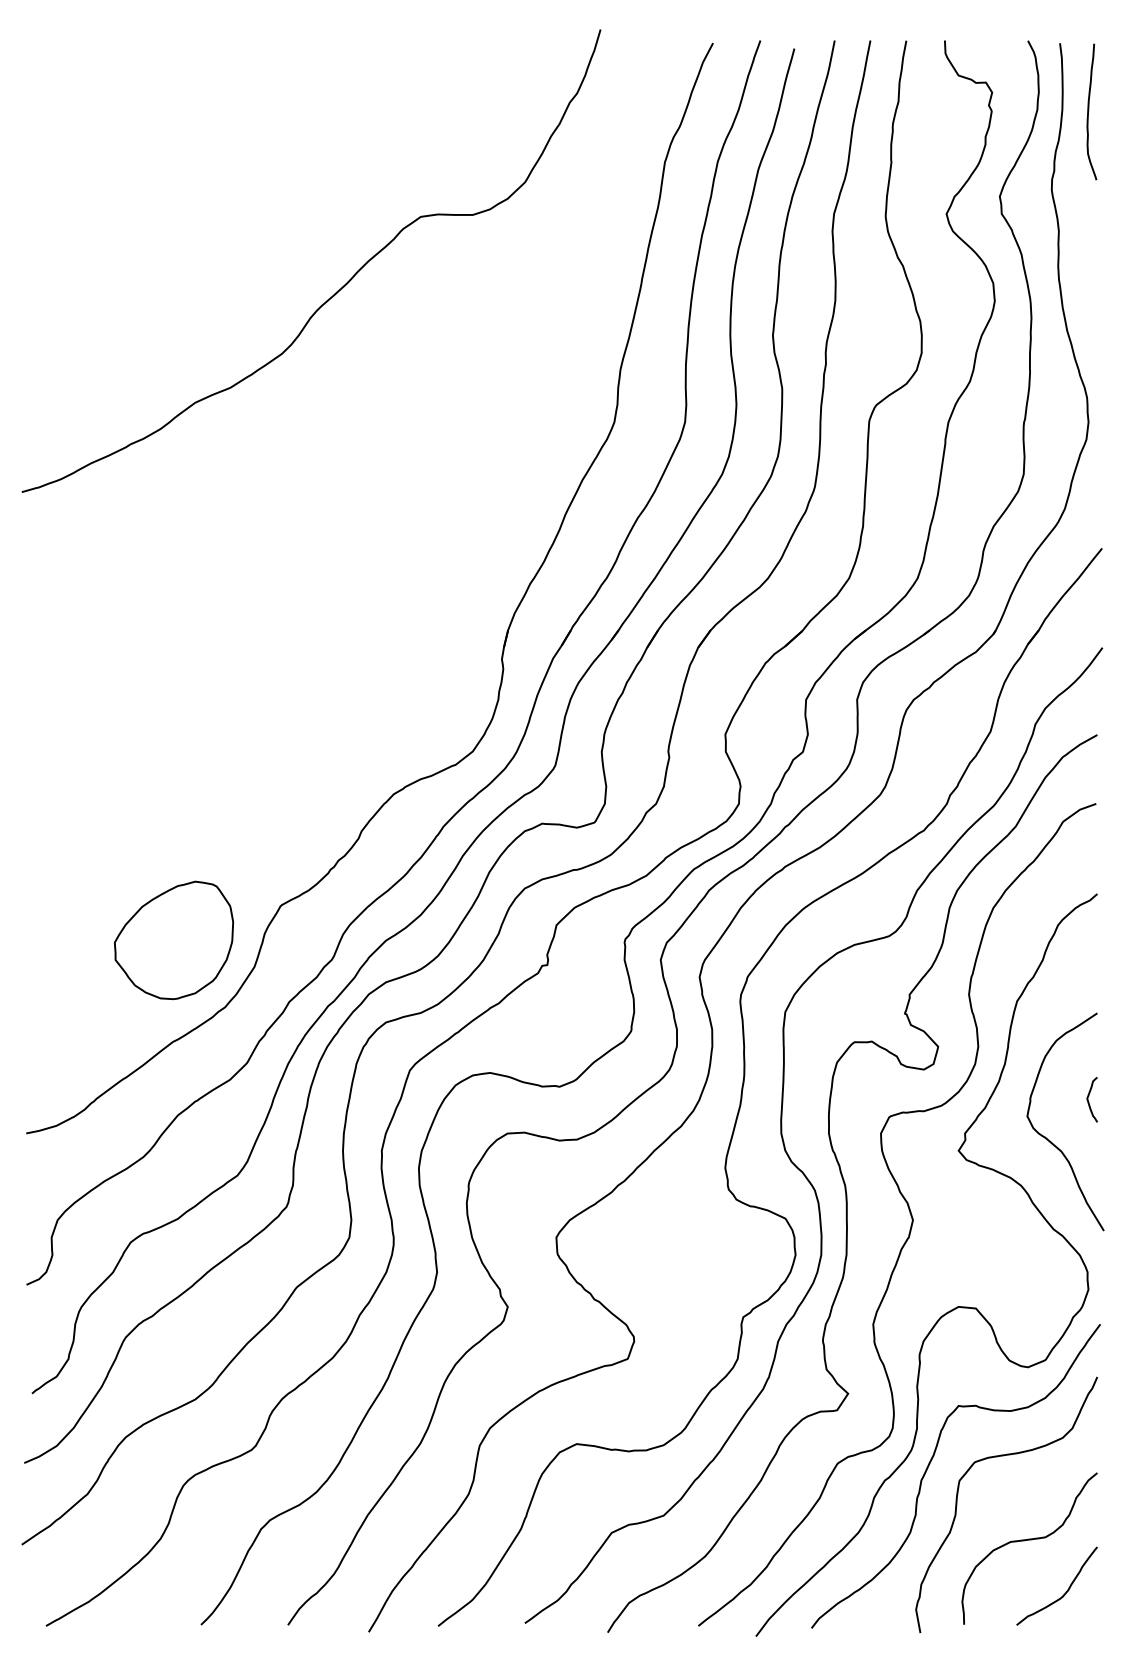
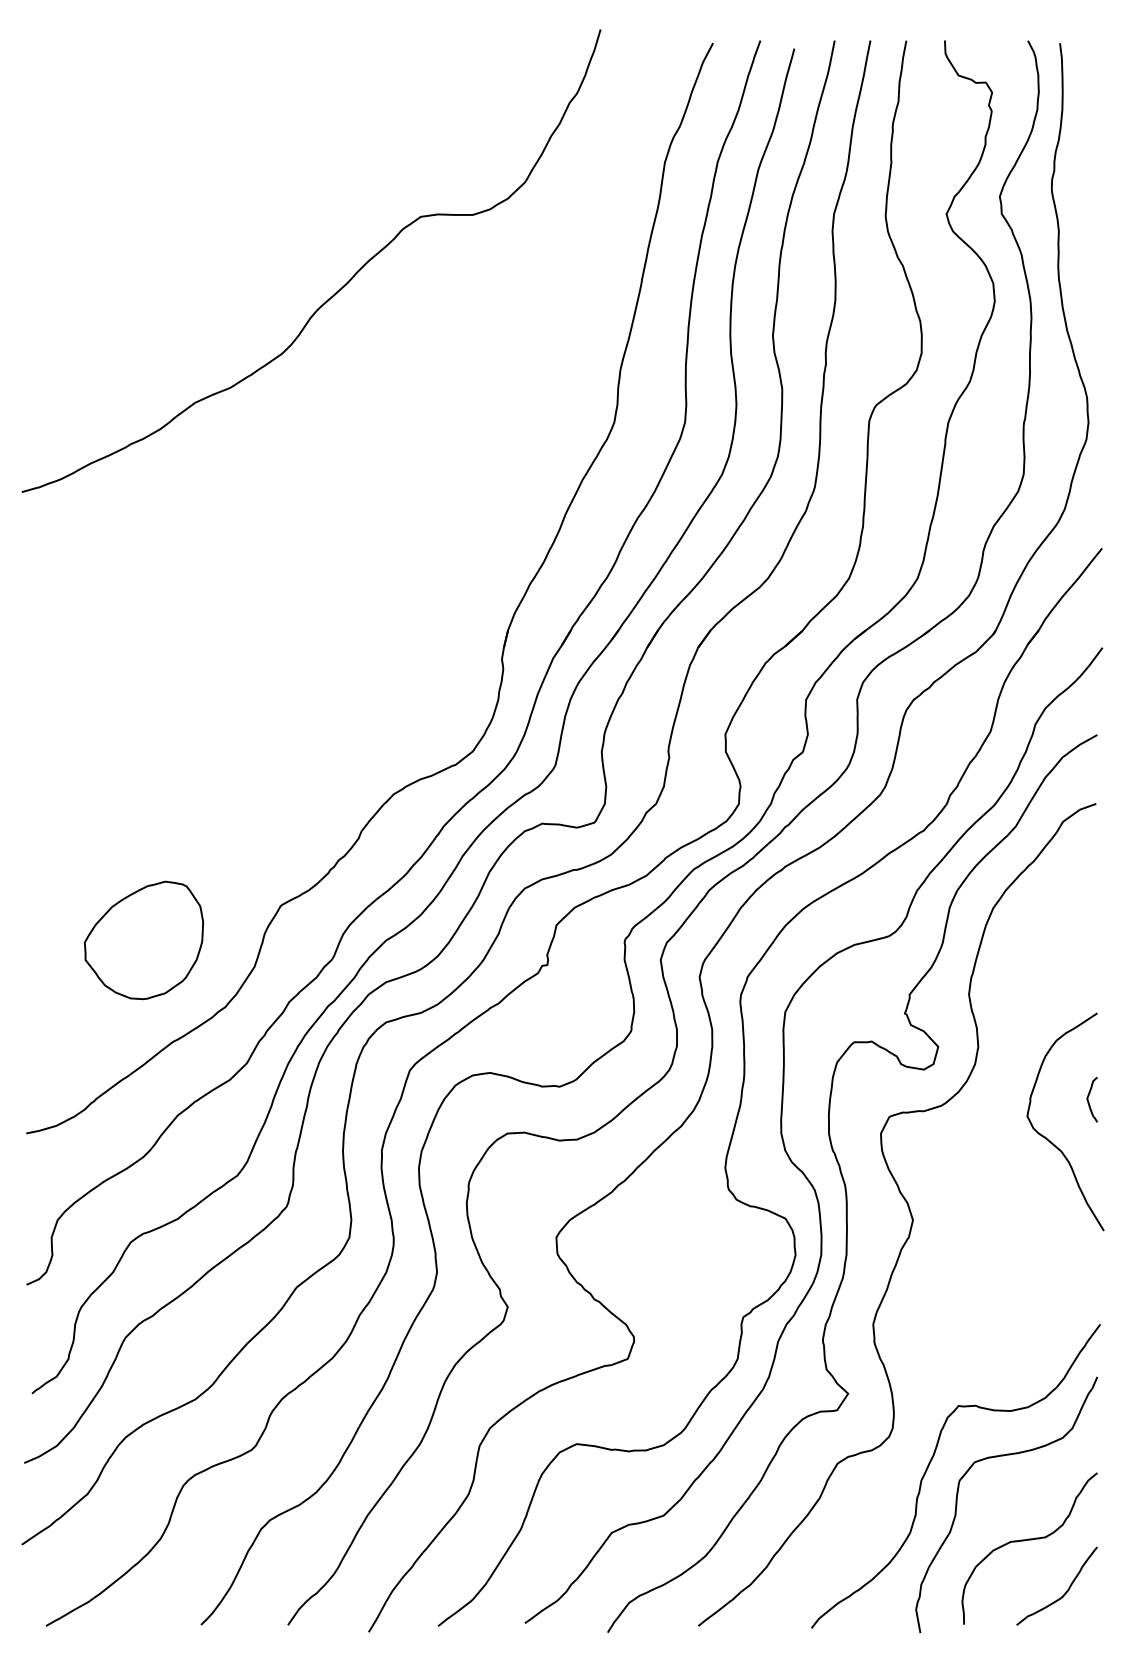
curve at (1089, 111): present -> none
part at (174, 940) position: (174, 940) -> (144, 940)
curve at (949, 1310): present -> none
